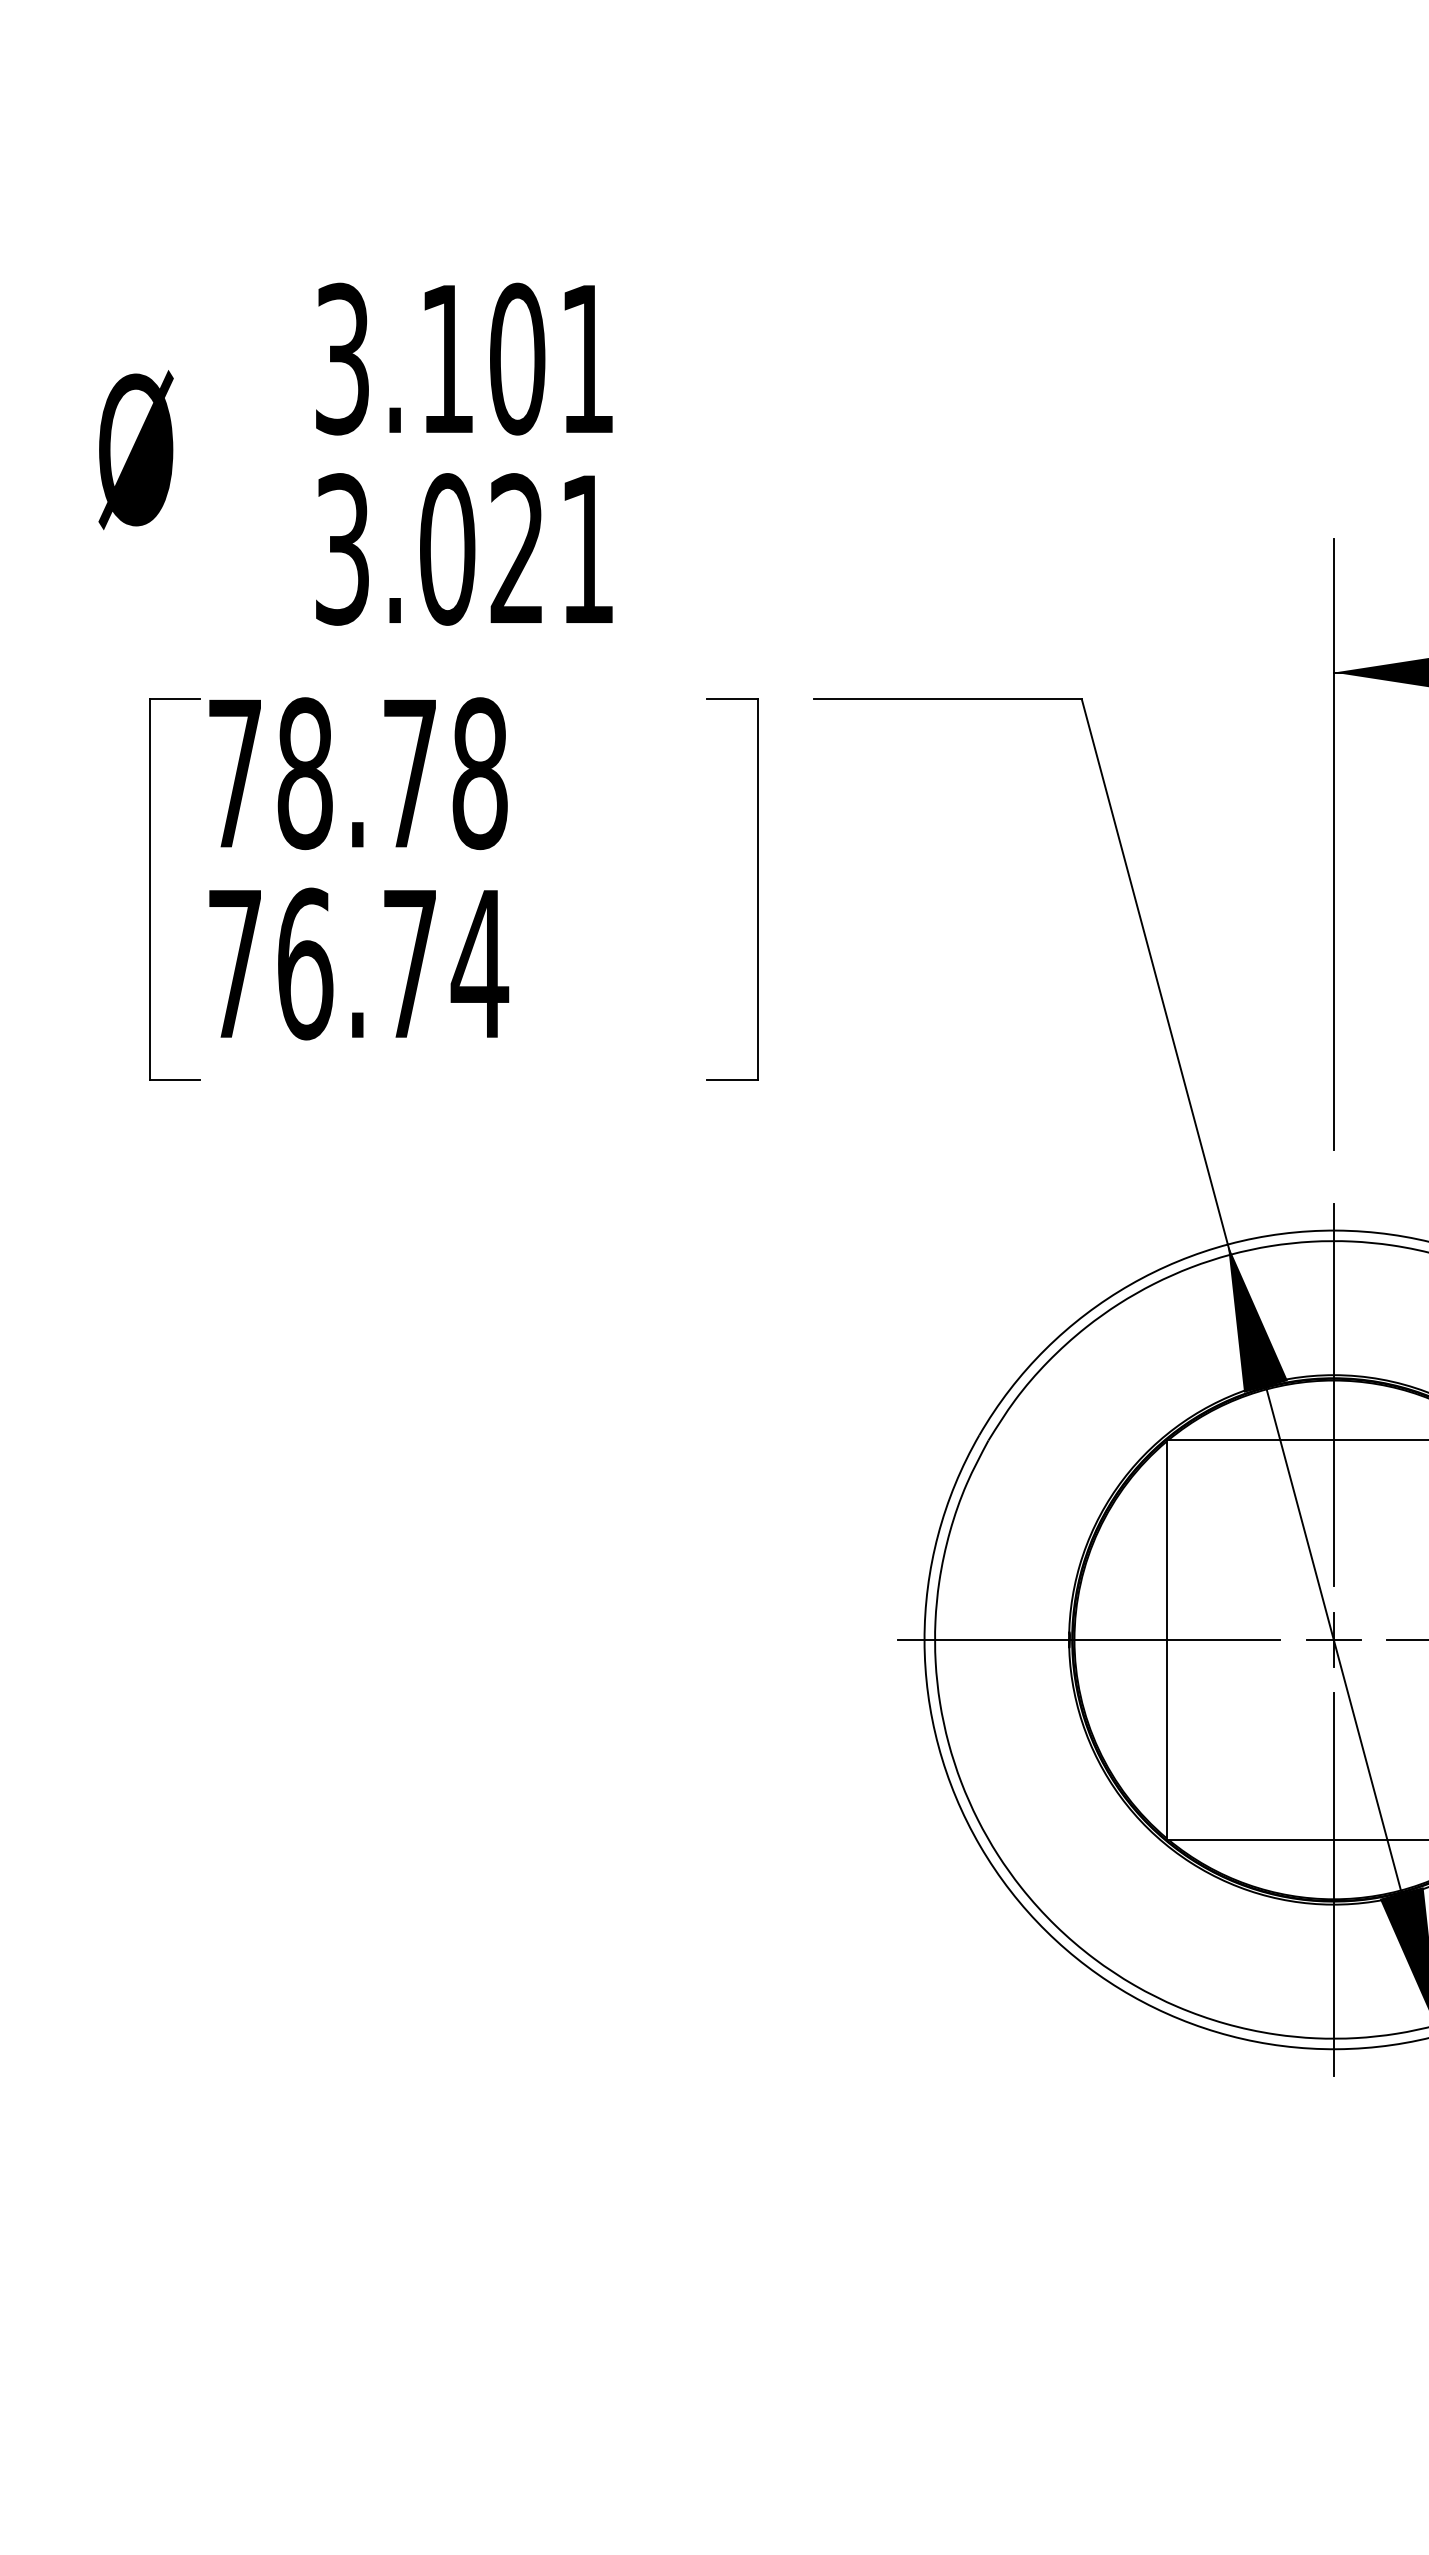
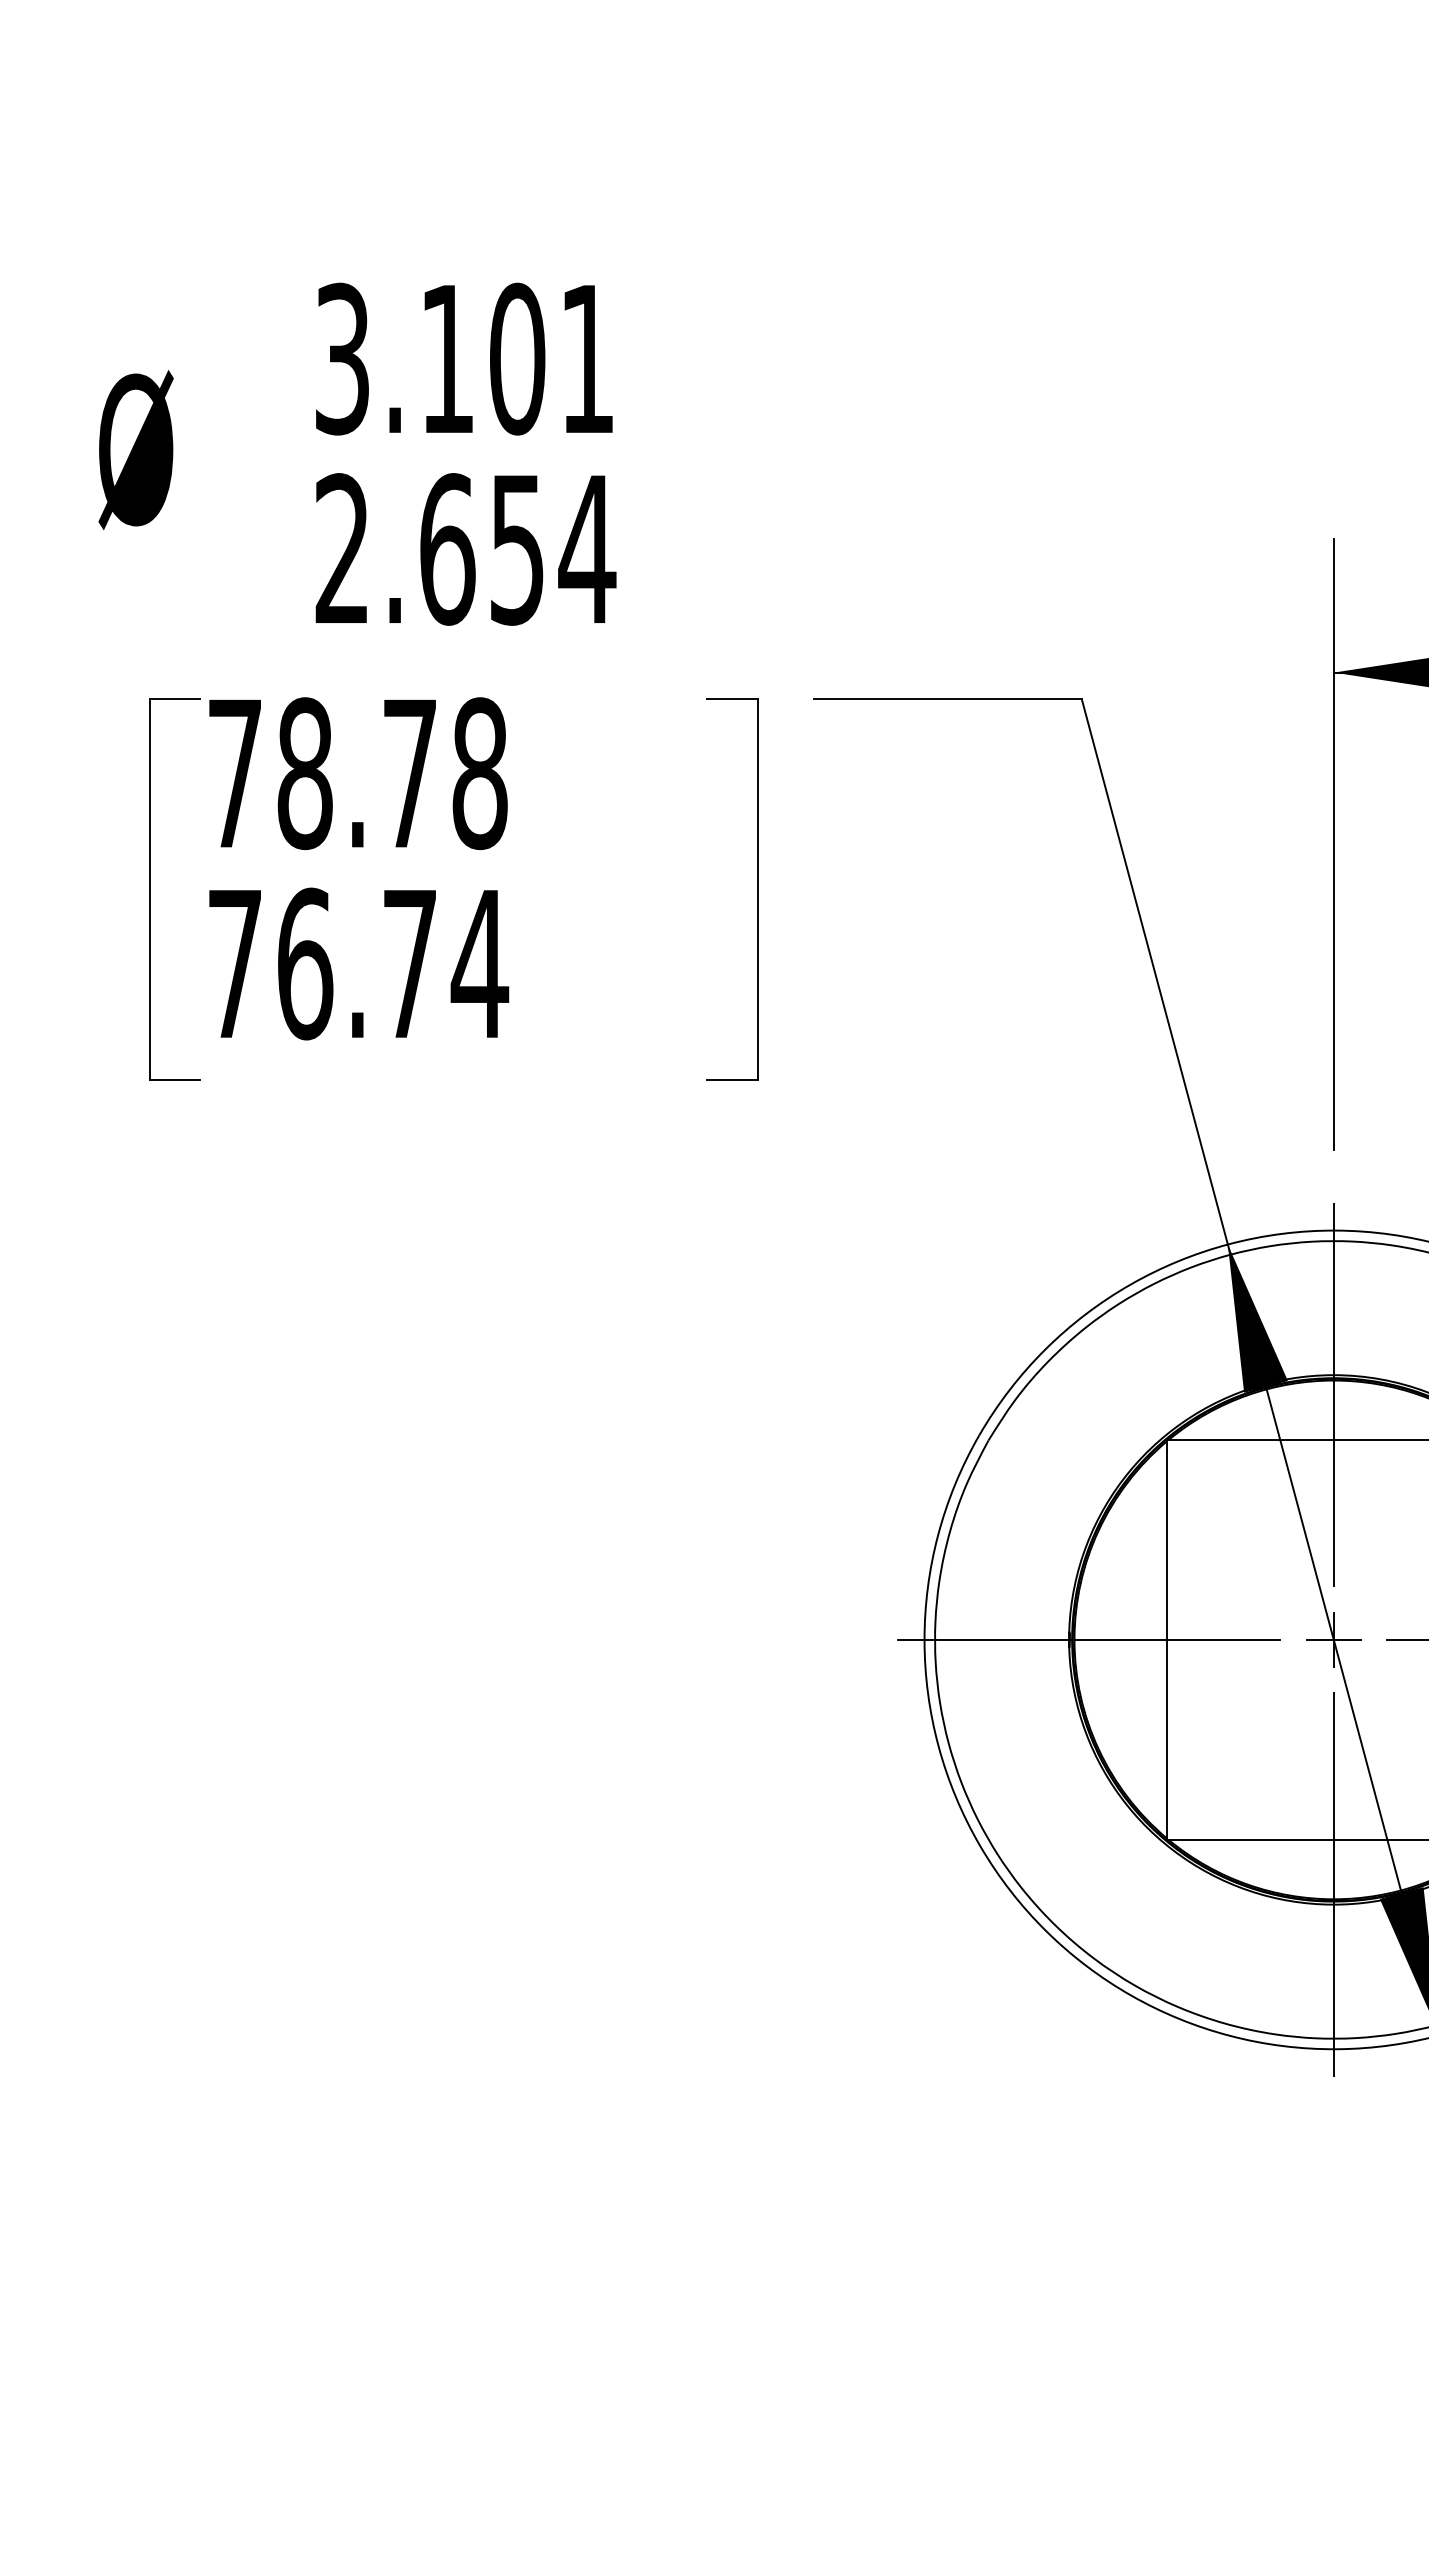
text at (465, 549): 3.021 -> 2.654
